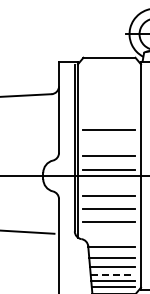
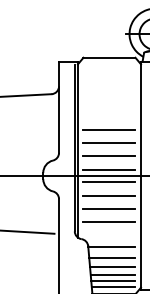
line at (109, 143): none -> present
line at (109, 182): none -> present
line at (113, 275): dashed -> solid
